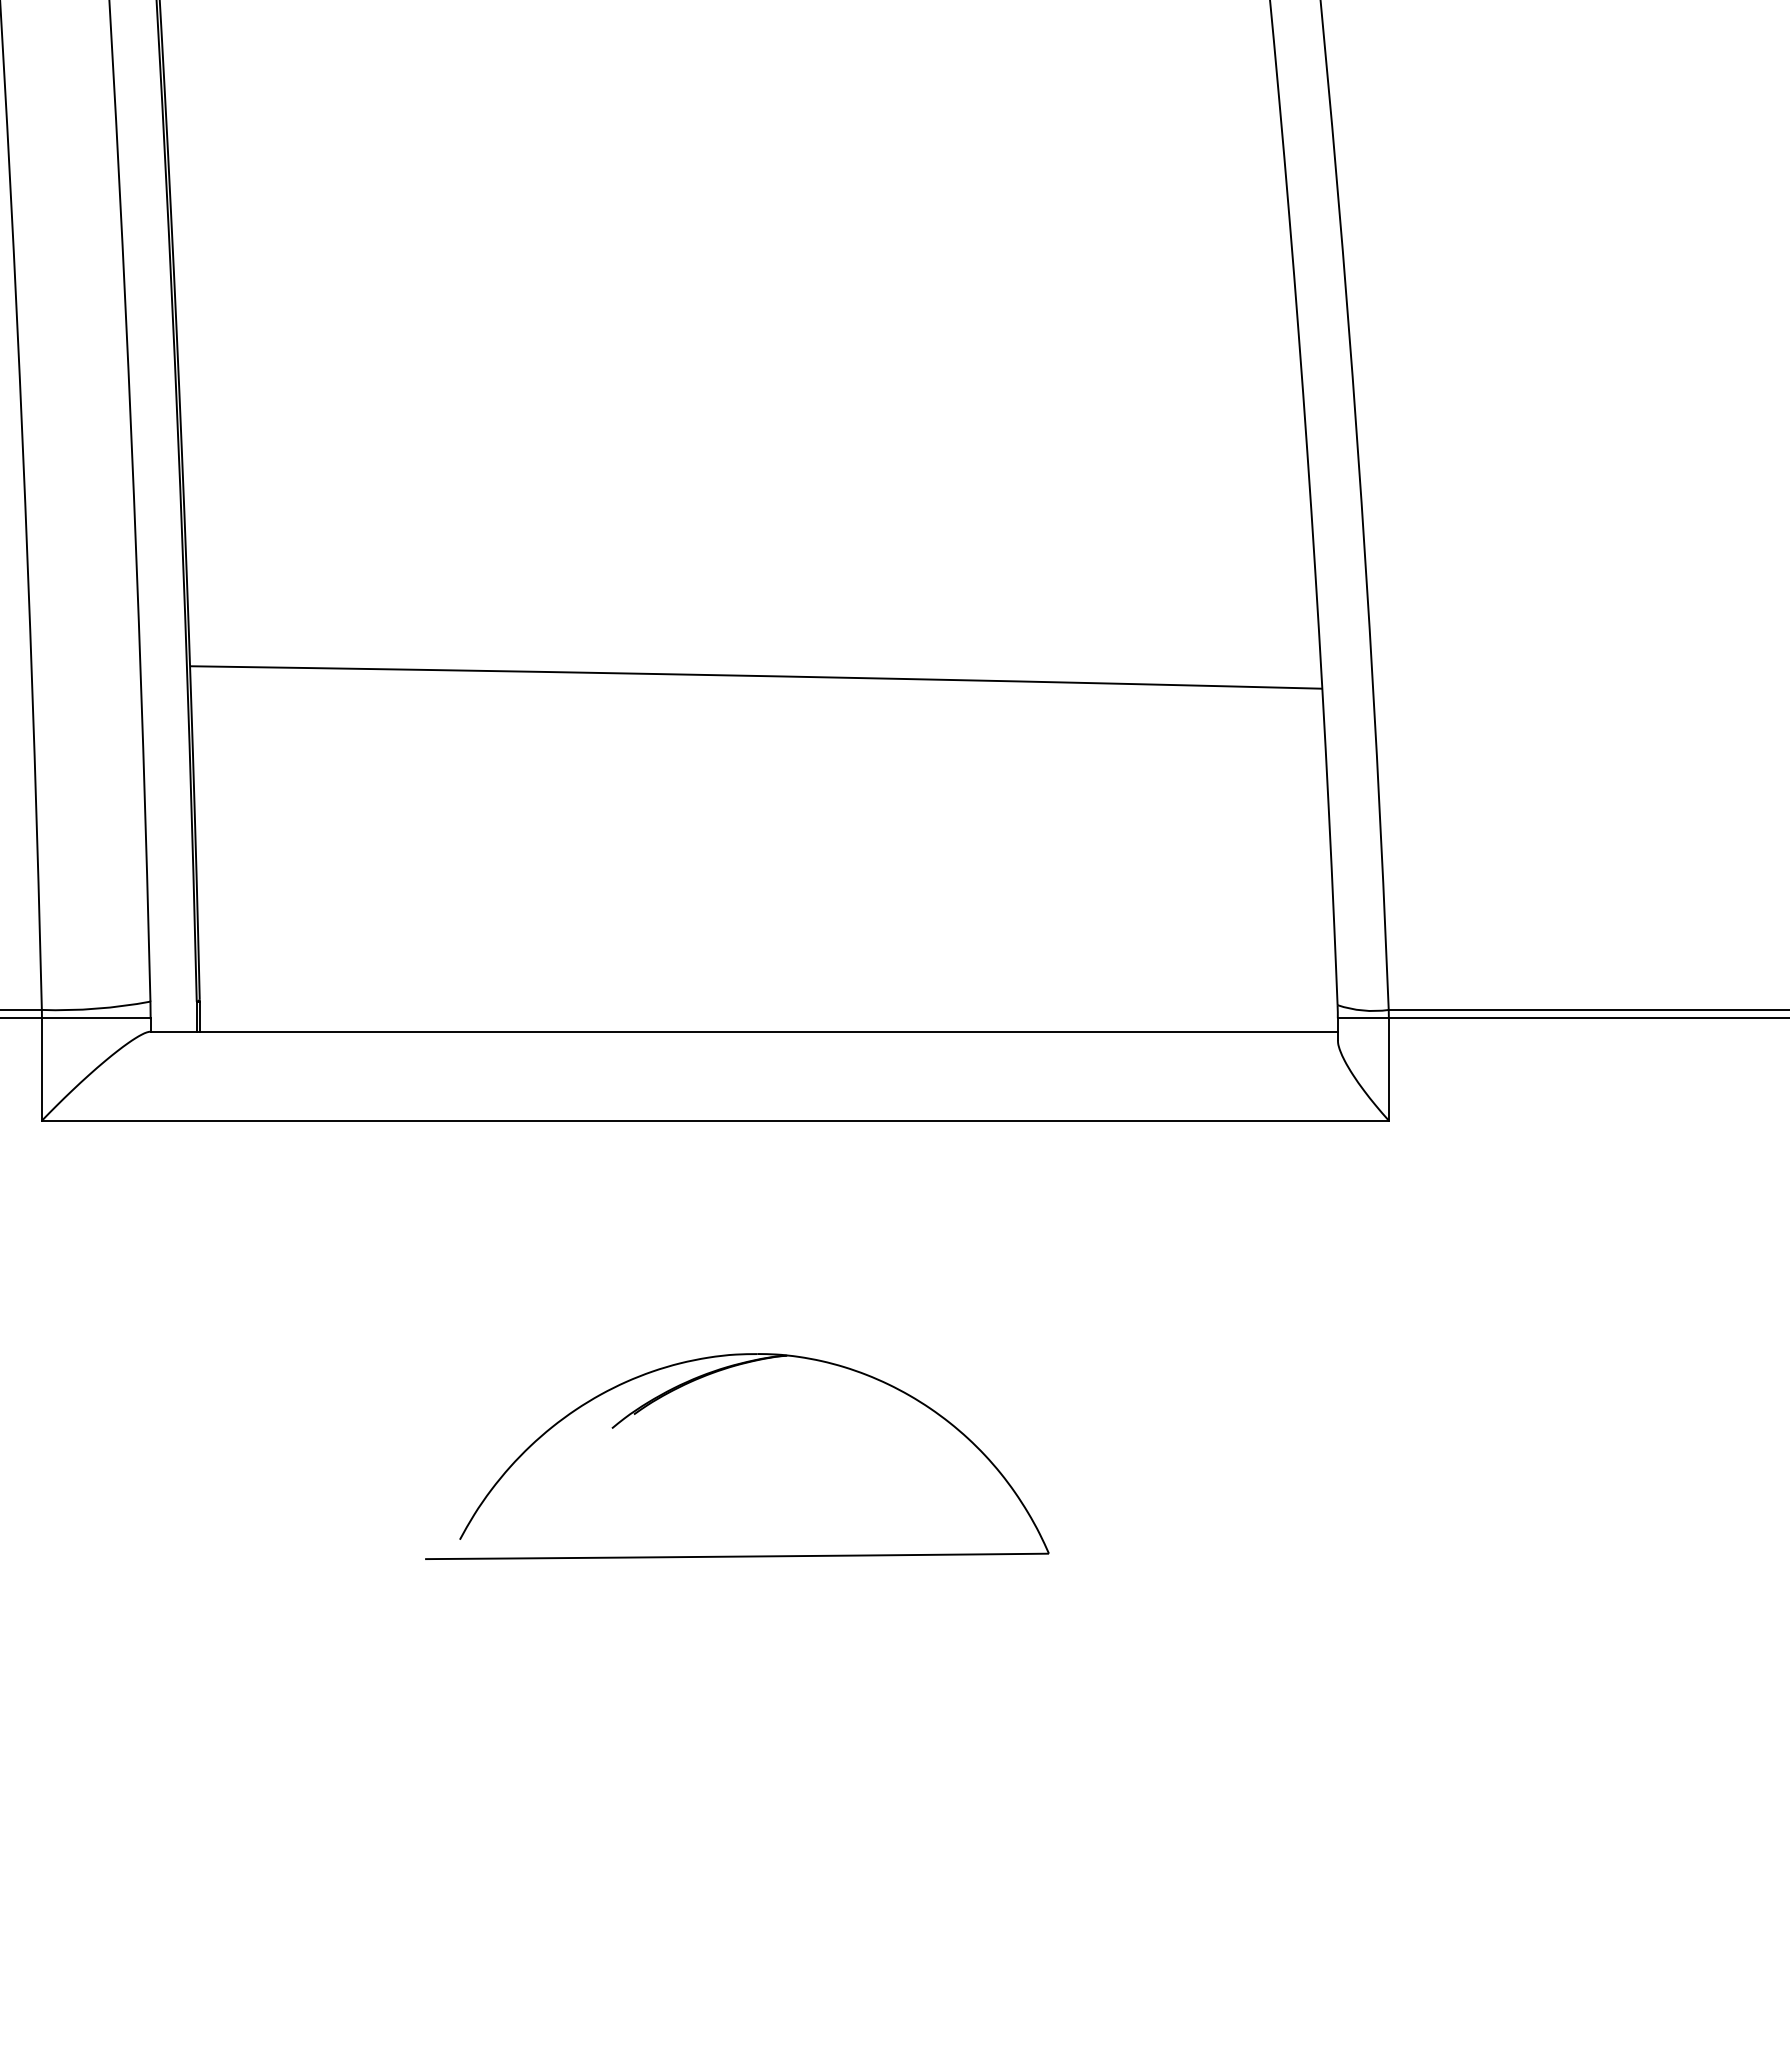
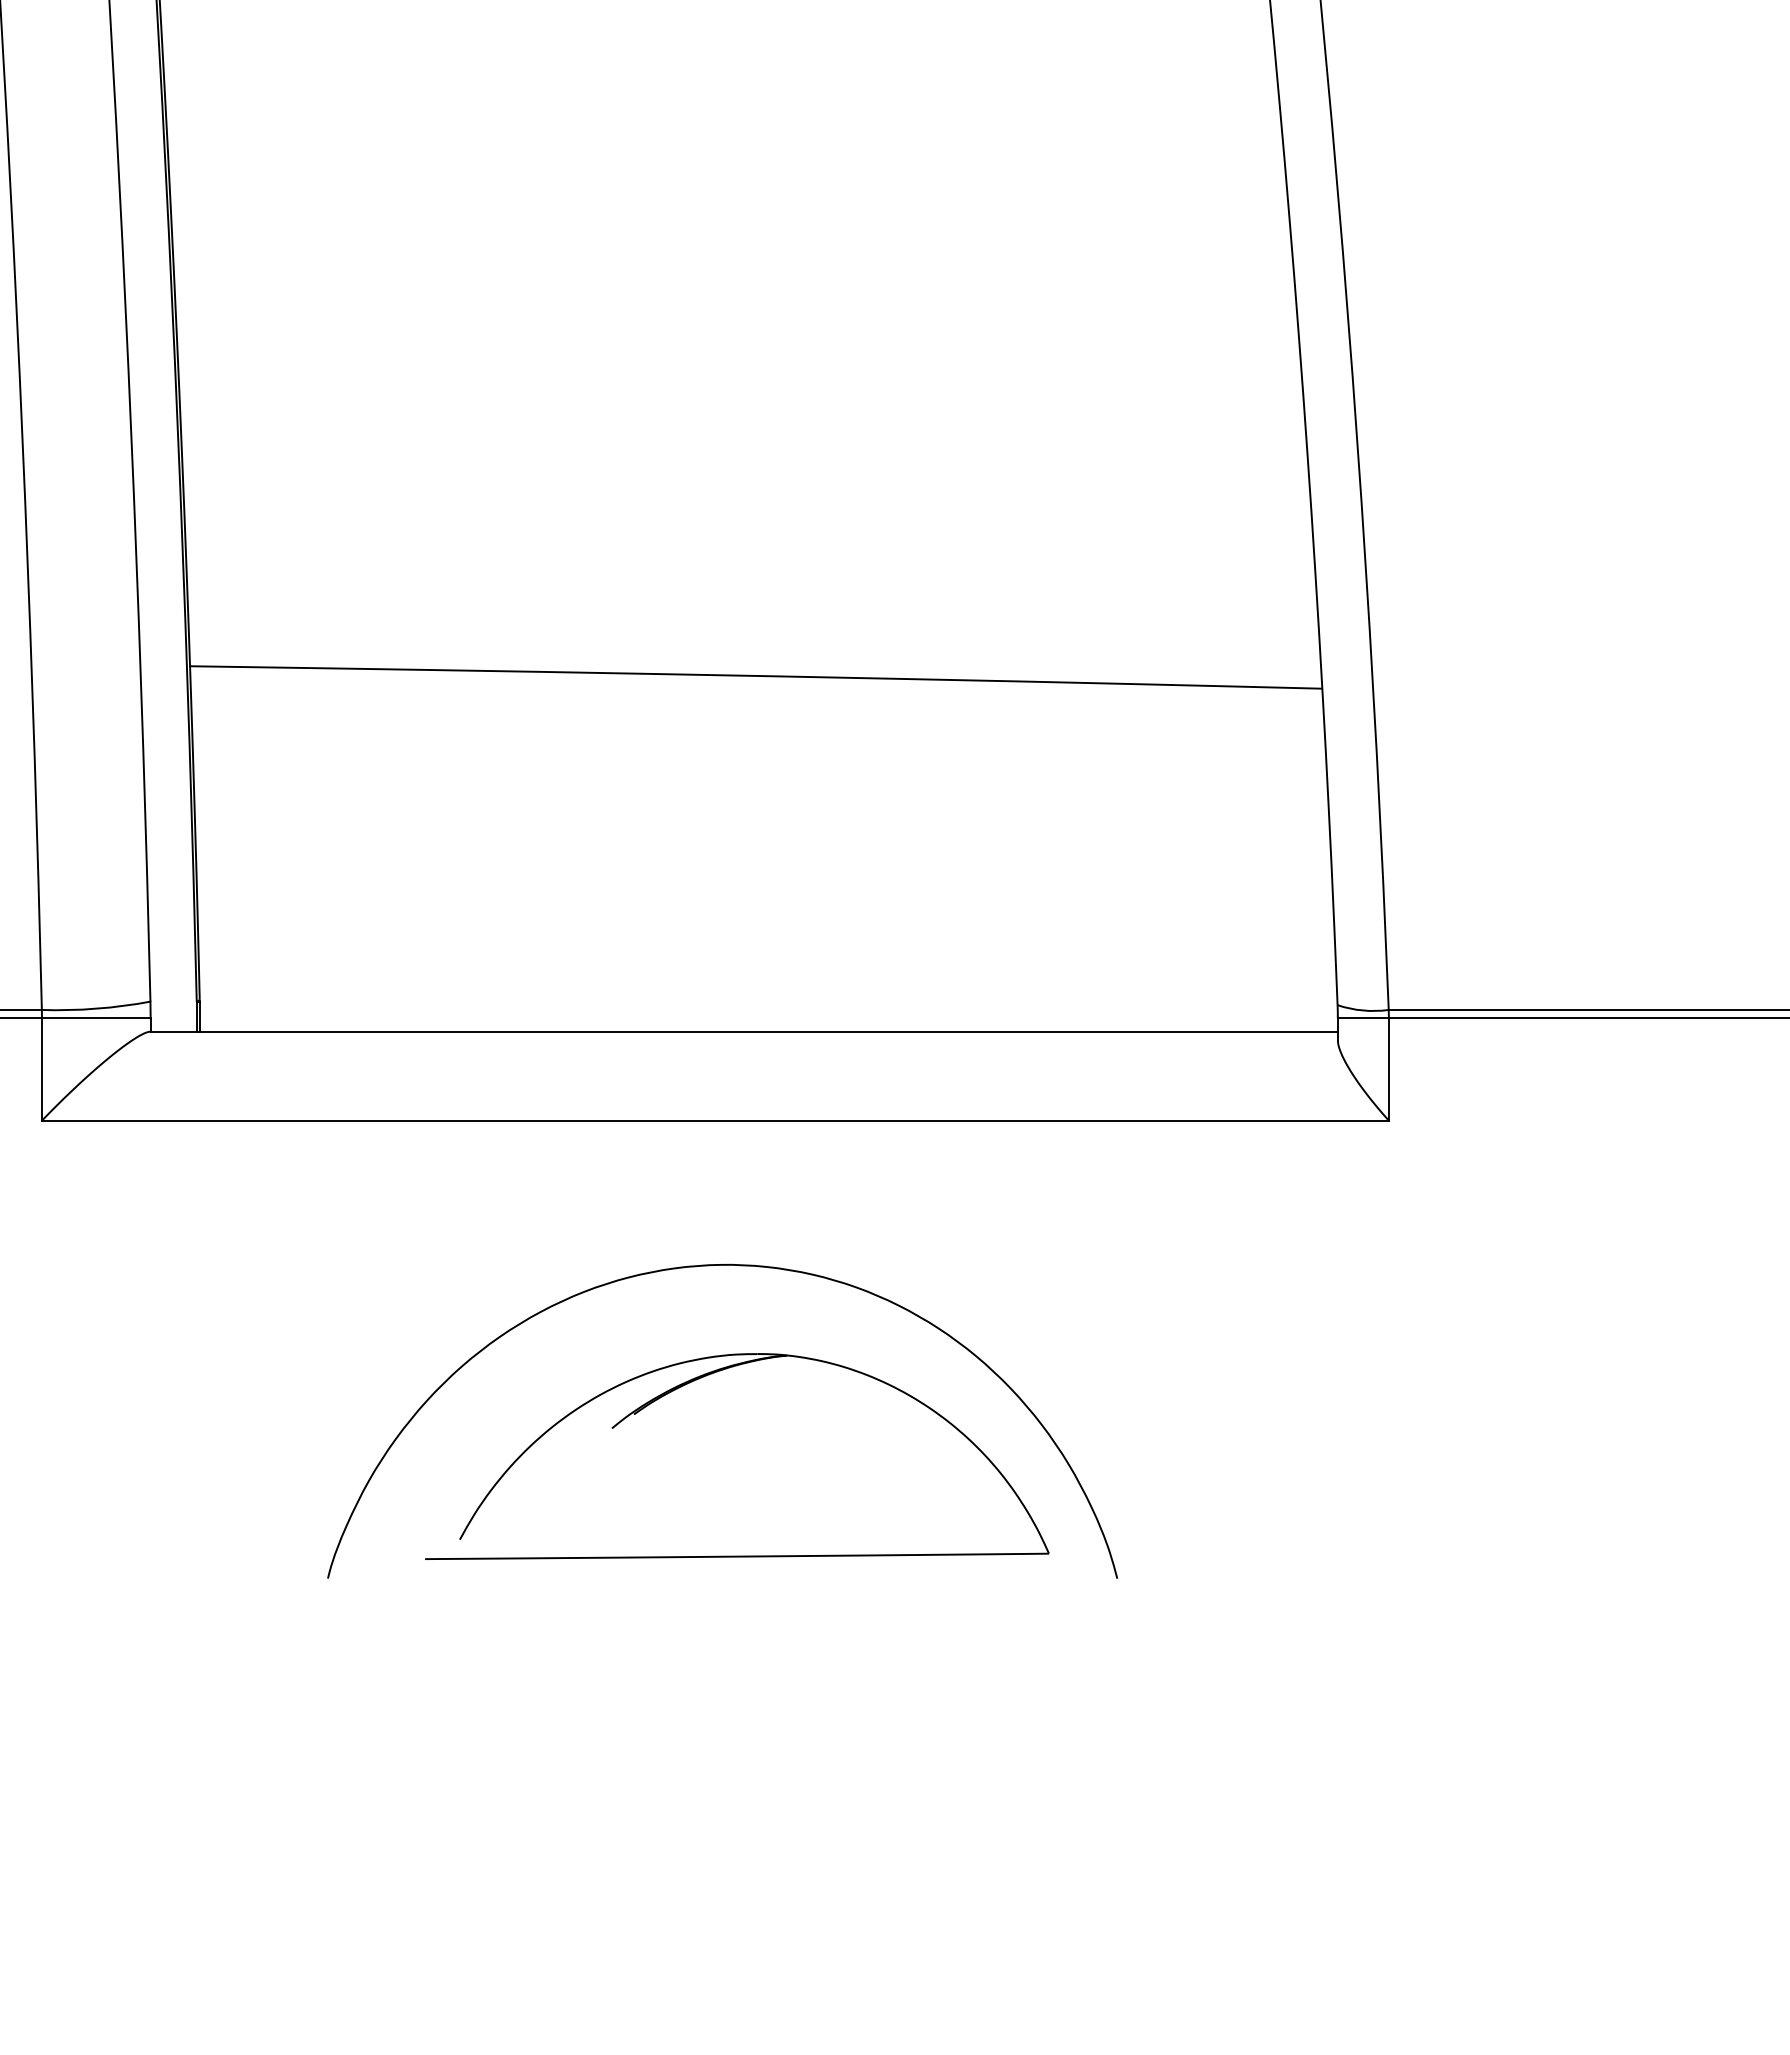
curve at (709, 1266): none -> present
